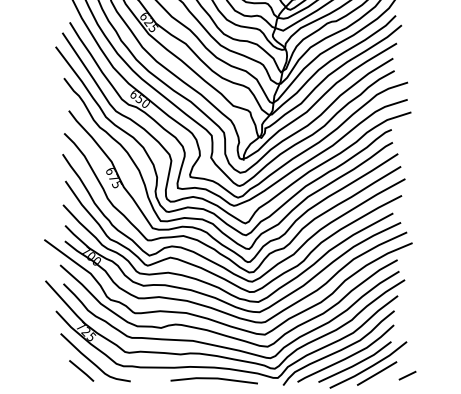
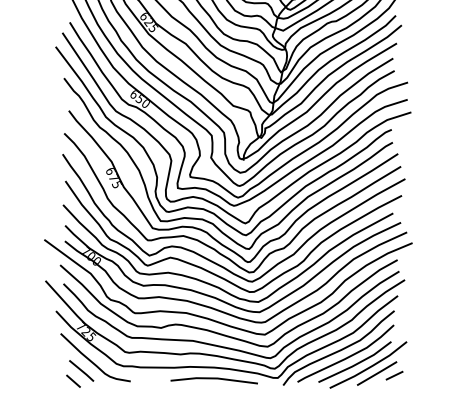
line at (407, 375) position: (407, 375) -> (394, 375)
line at (73, 380): none -> present
